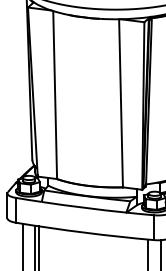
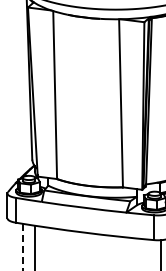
line at (39, 246): present -> none
line at (22, 247): solid -> dashed
line at (148, 253): present -> none
